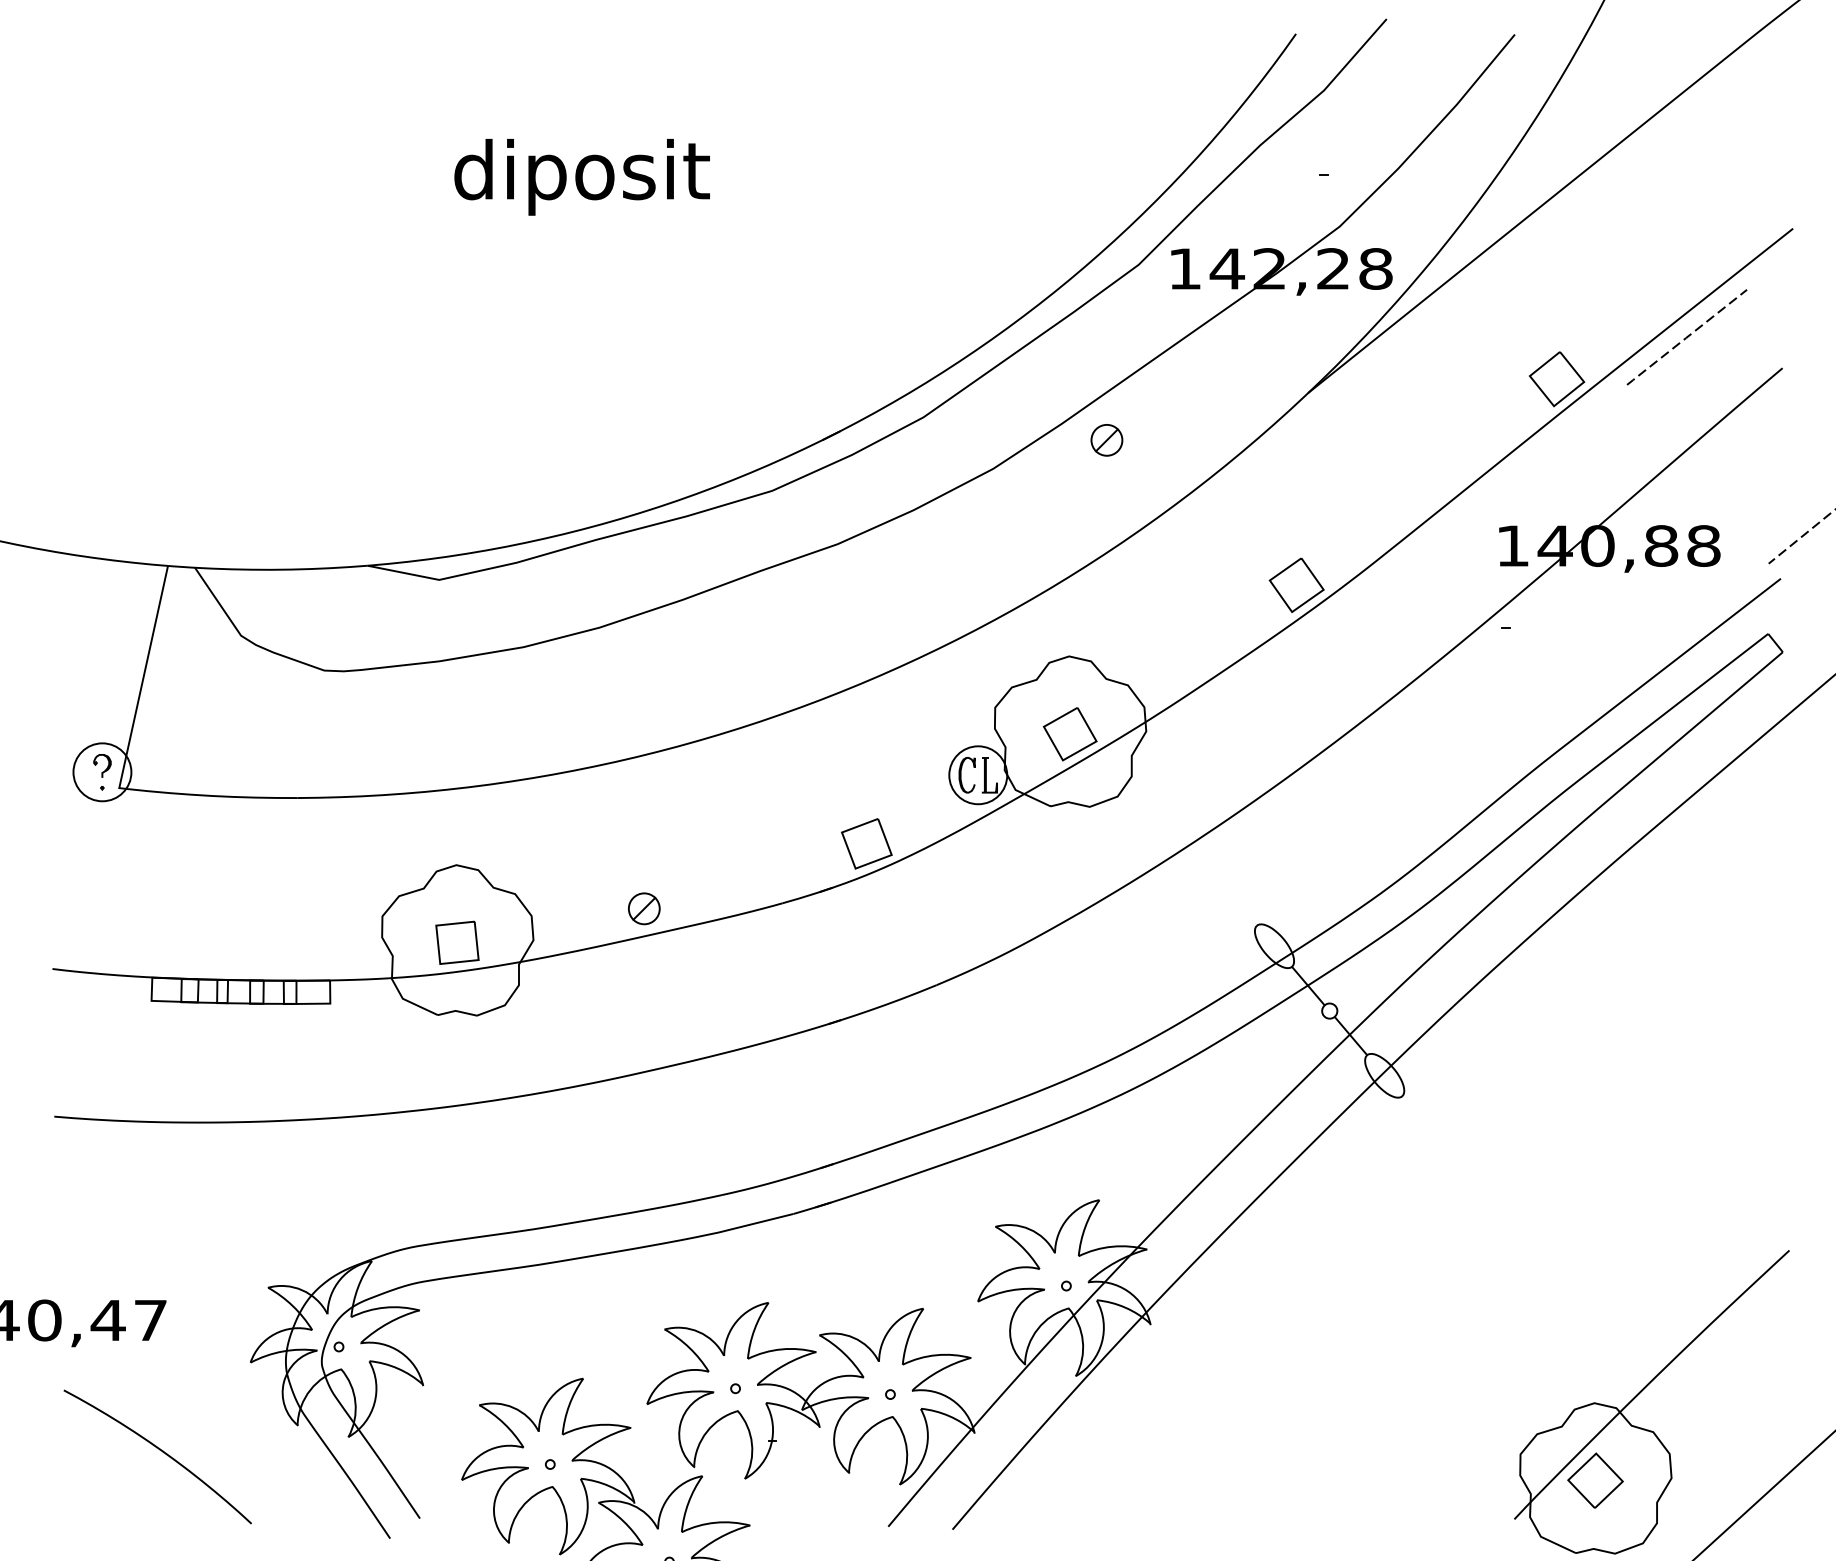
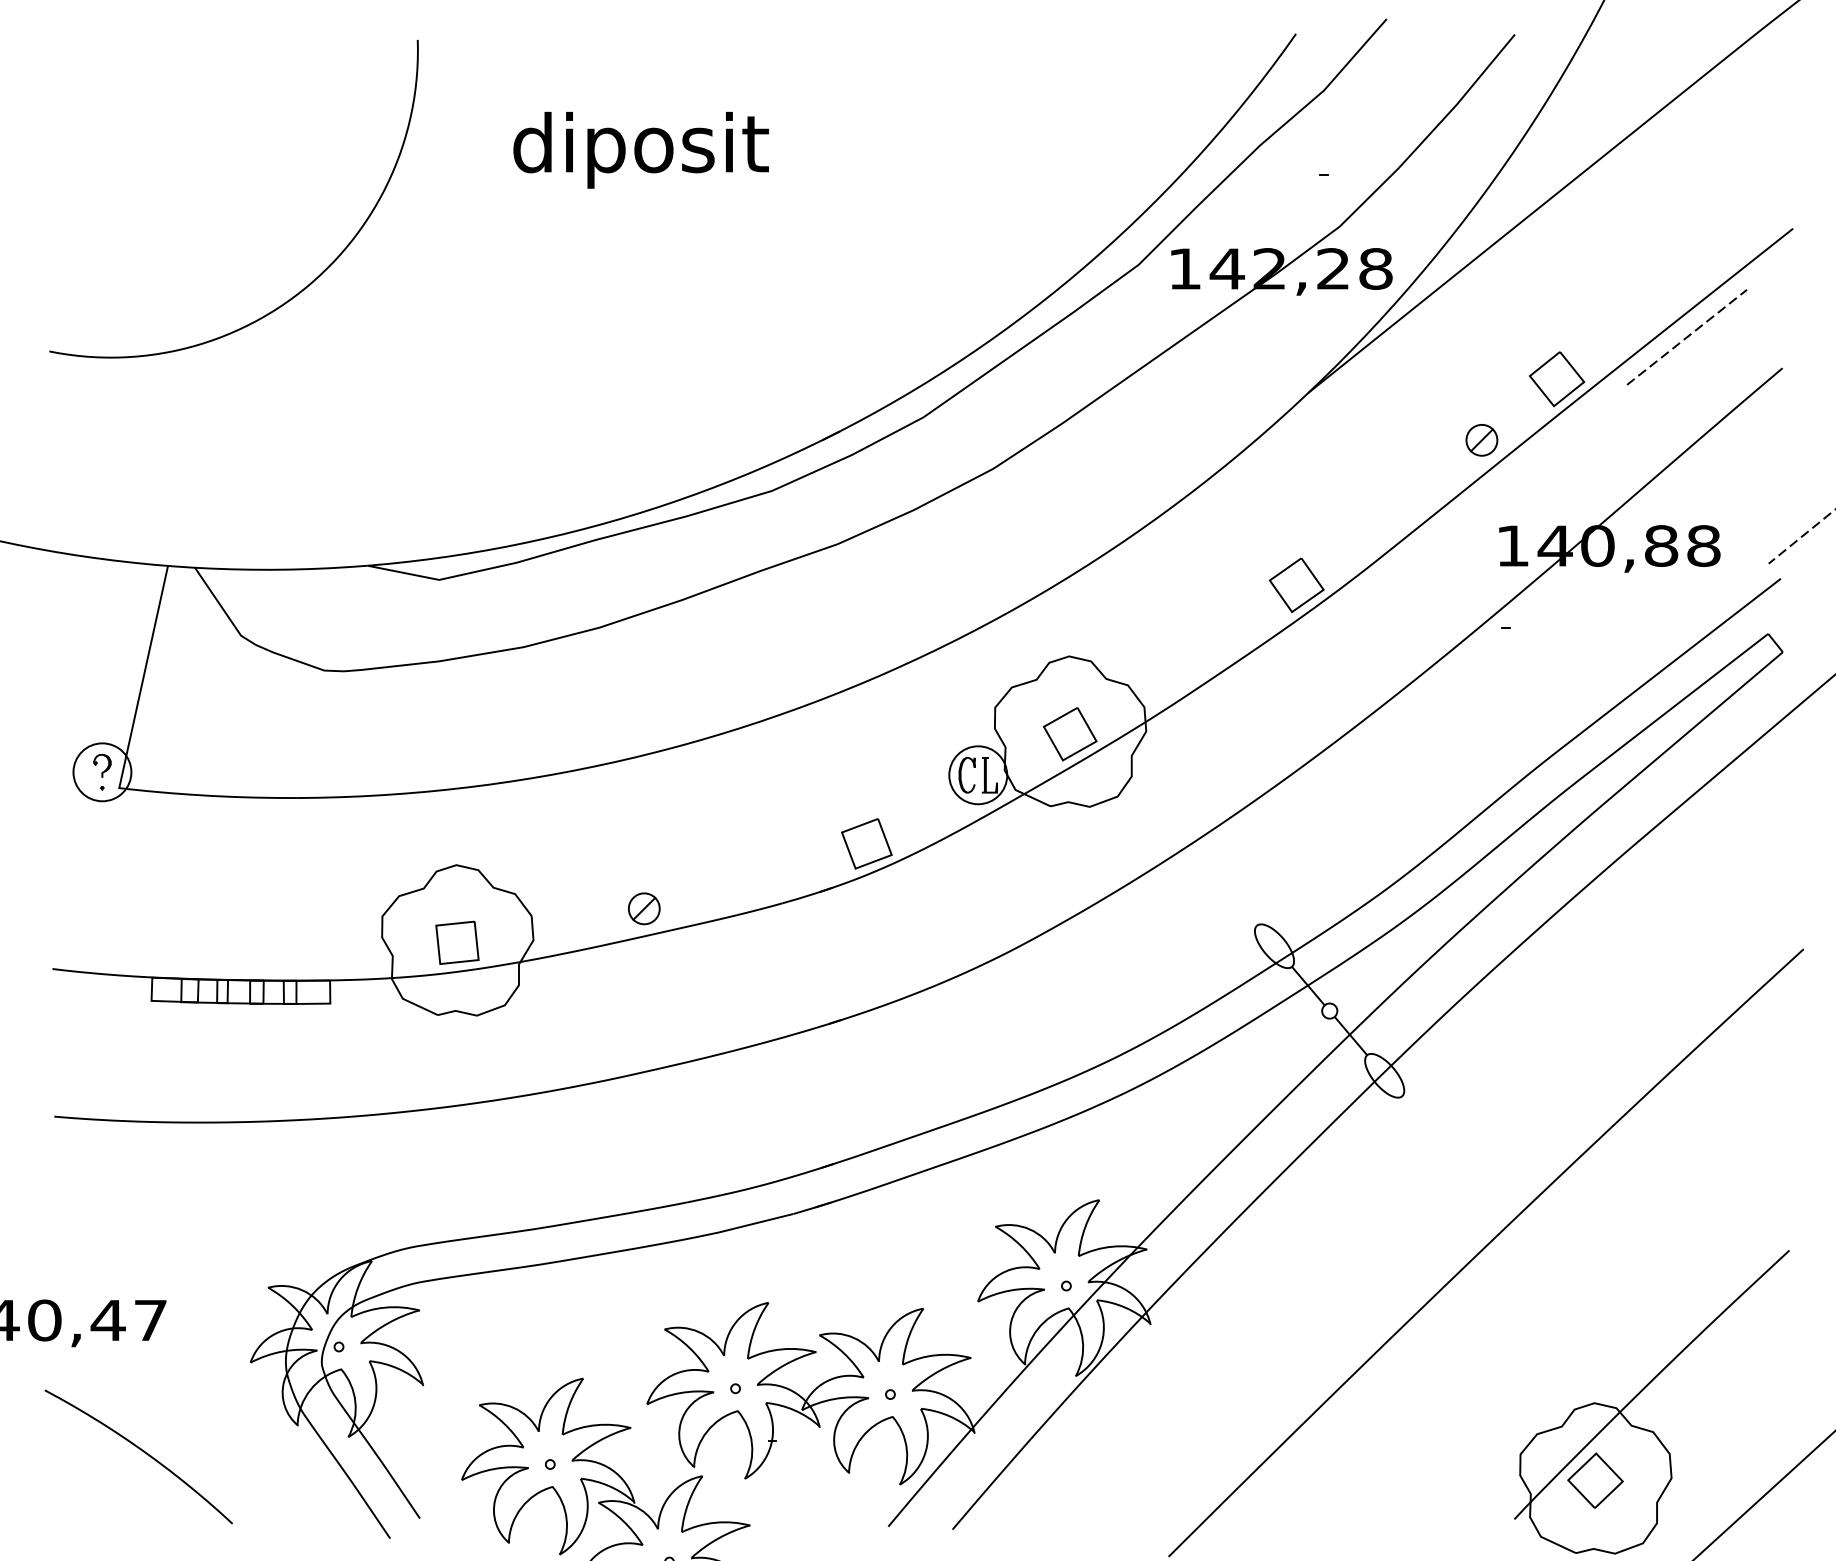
text at (581, 177) position: (581, 177) -> (640, 150)
curve at (305, 286): none -> present
part at (1106, 440) position: (1106, 440) -> (1481, 440)
curve at (1484, 1249): none -> present
curve at (159, 1450) position: (159, 1450) -> (140, 1450)
